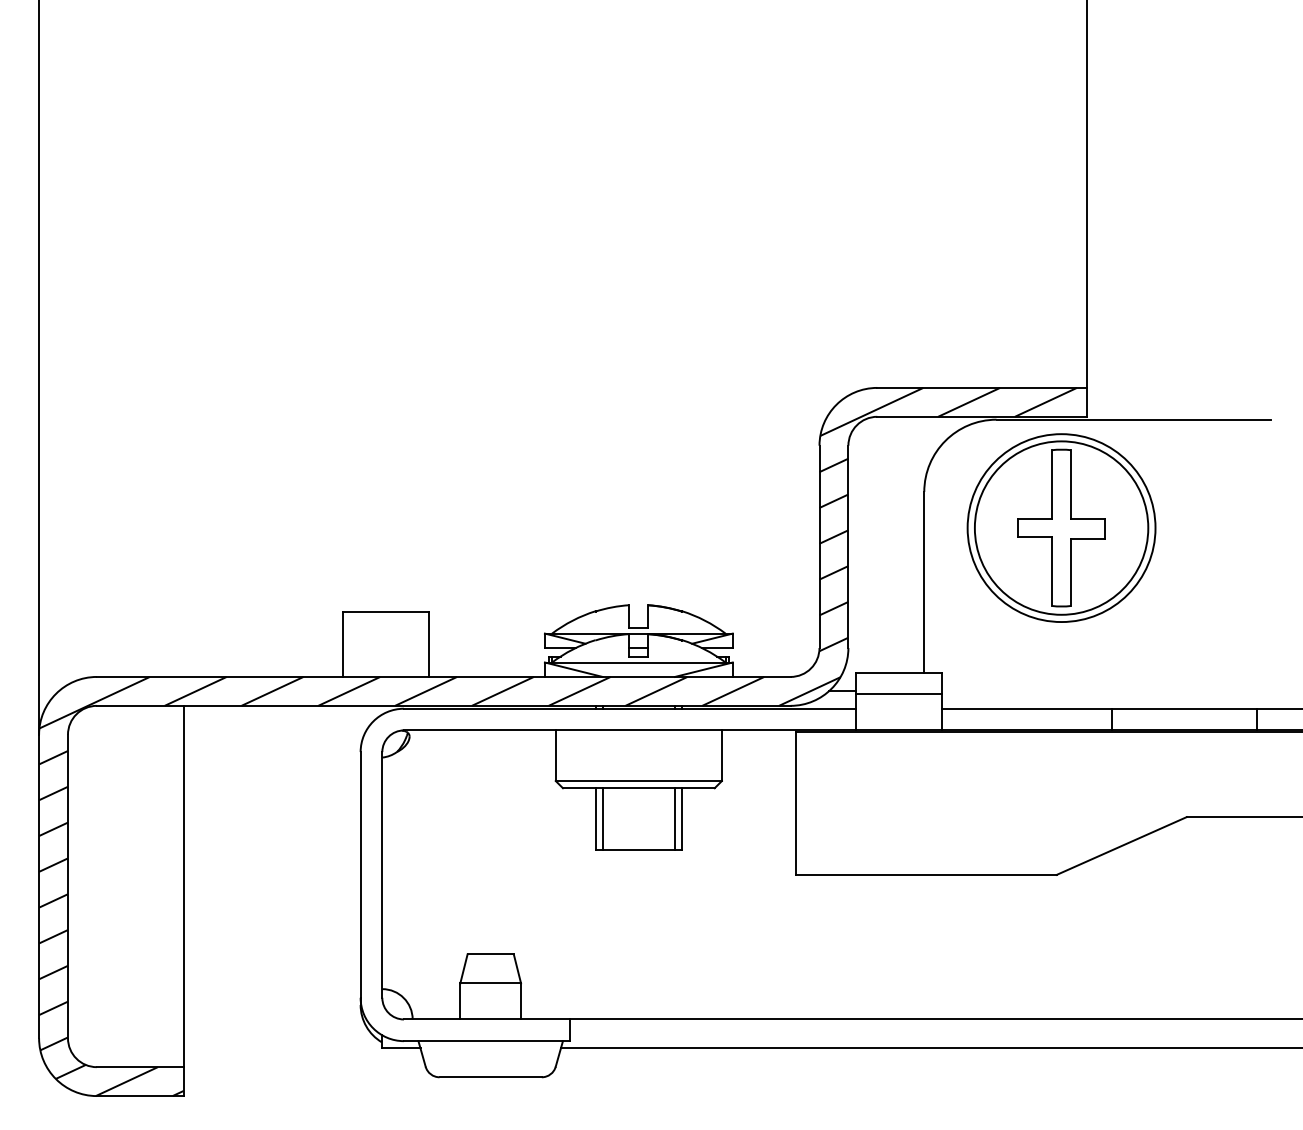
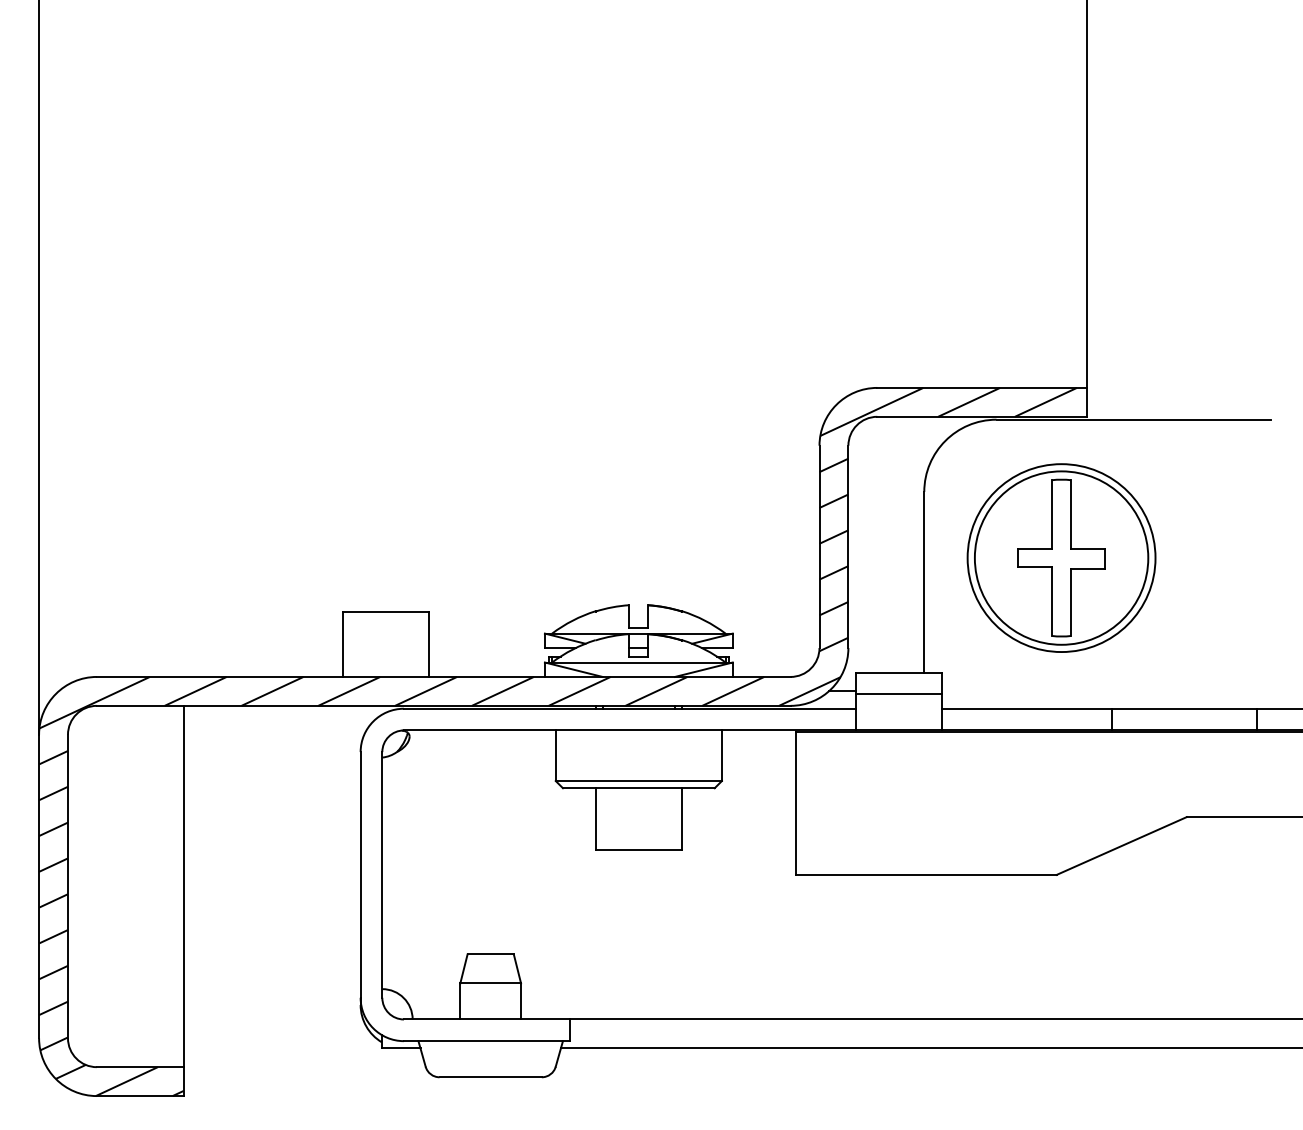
part at (1061, 527) position: (1061, 527) -> (1061, 557)
line at (602, 819): present -> none
line at (674, 819): present -> none
